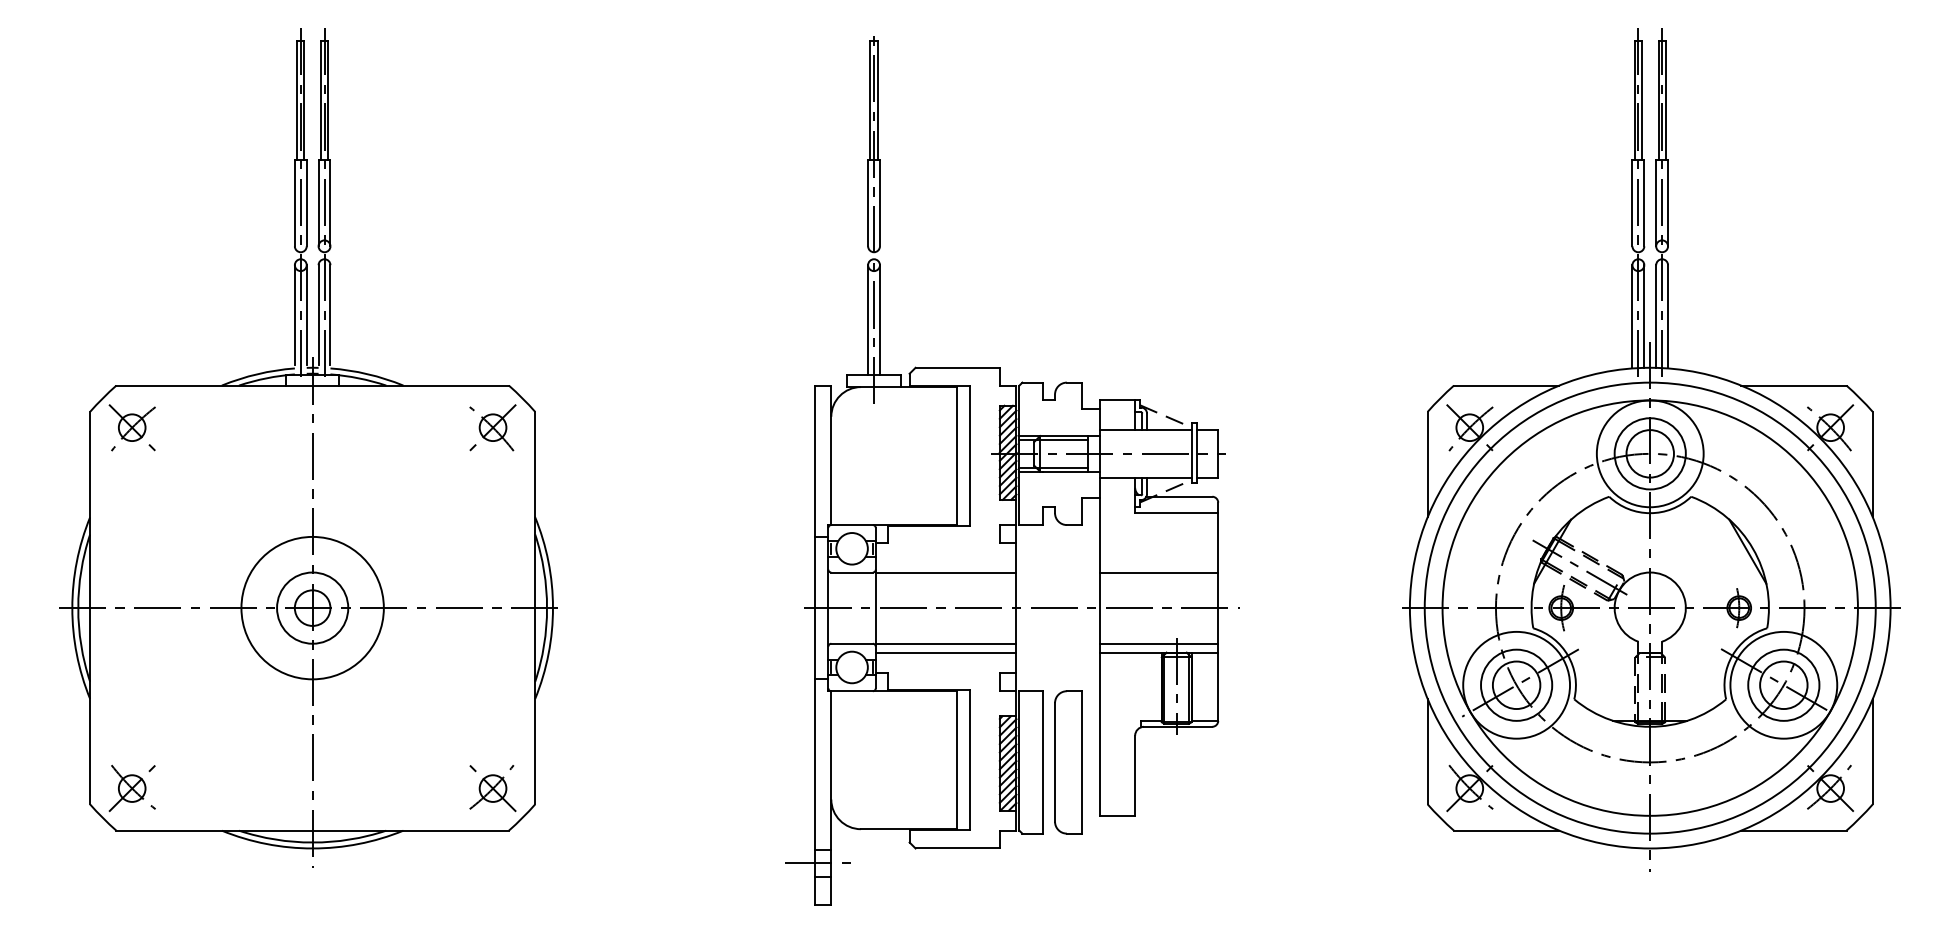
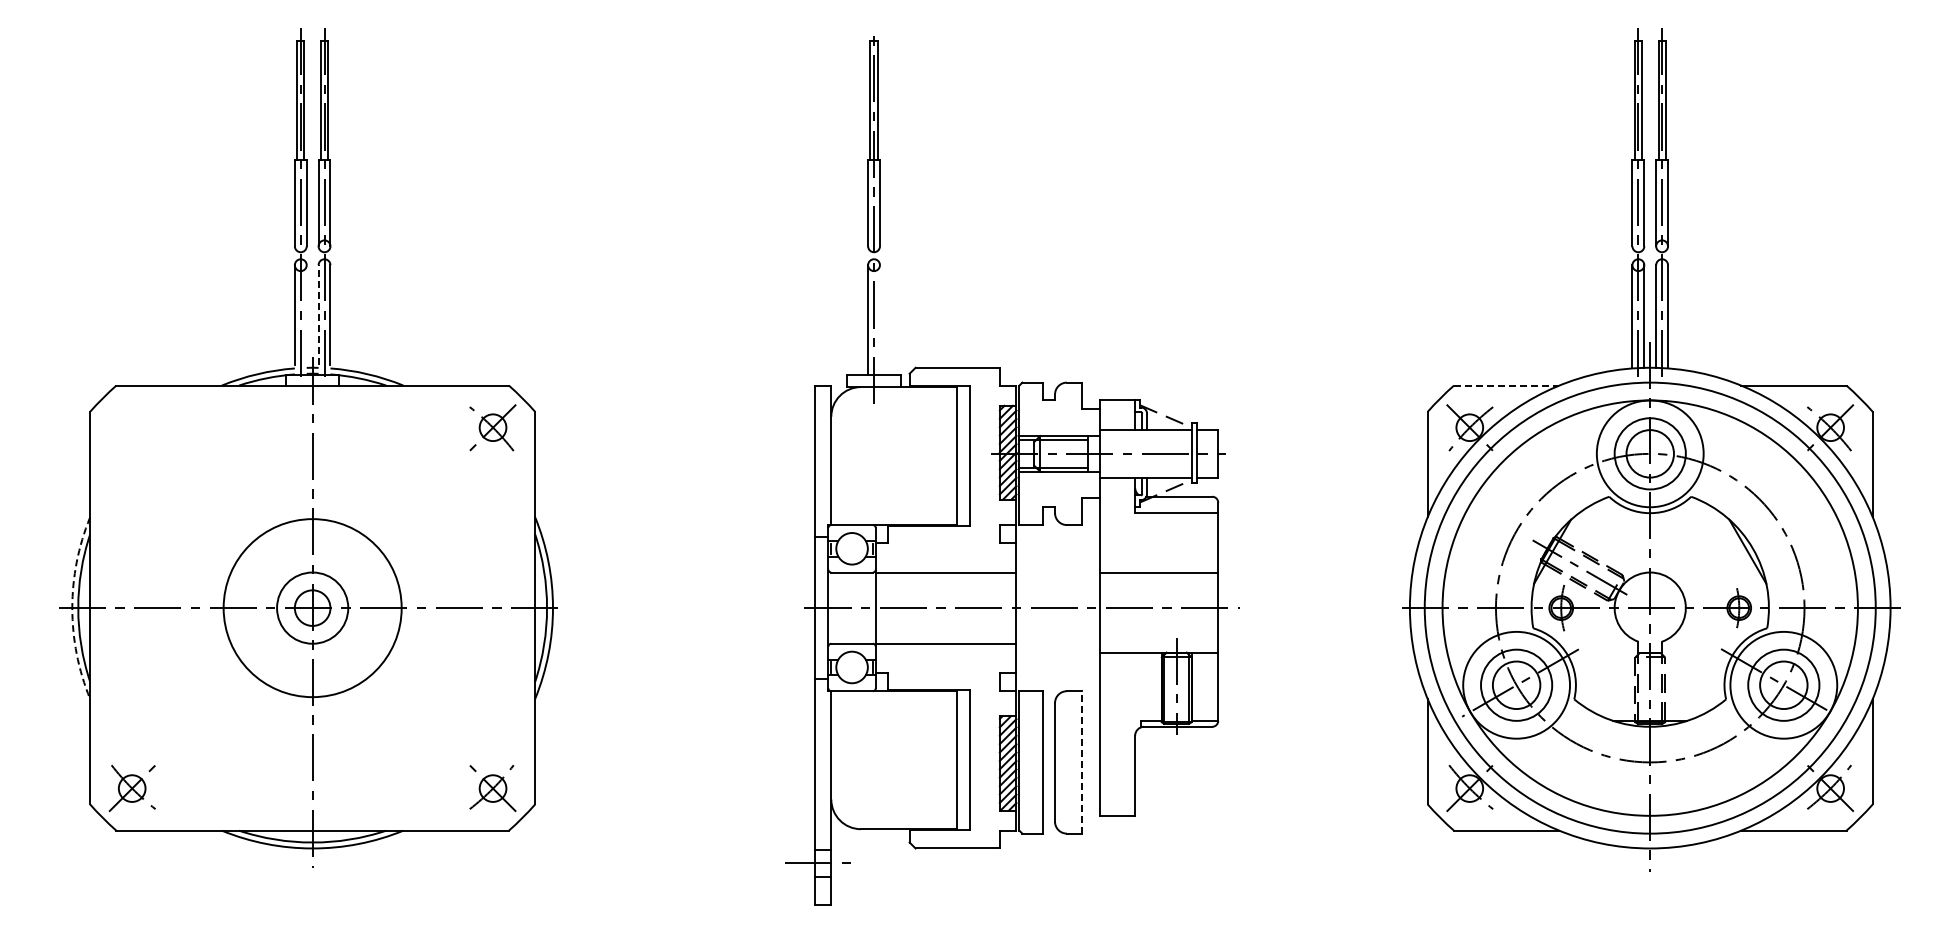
line at (306, 314): present -> none
line at (318, 315): solid -> dashed
line at (879, 320): present -> none
line at (1506, 385): solid -> dashed
part at (131, 427): present -> none
circle at (312, 607) diameter: 142 px -> 178 px
arc at (72, 608): solid -> dashed
line at (1158, 643): present -> none
line at (945, 652): present -> none
line at (1081, 761): solid -> dashed
